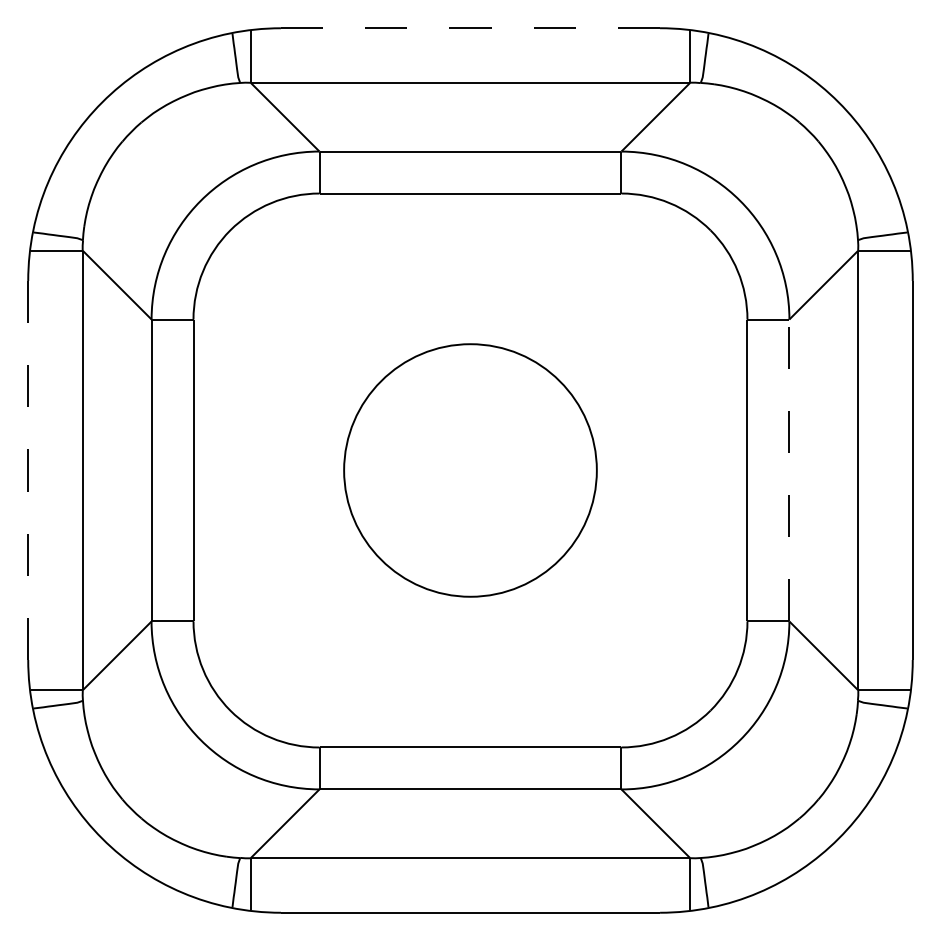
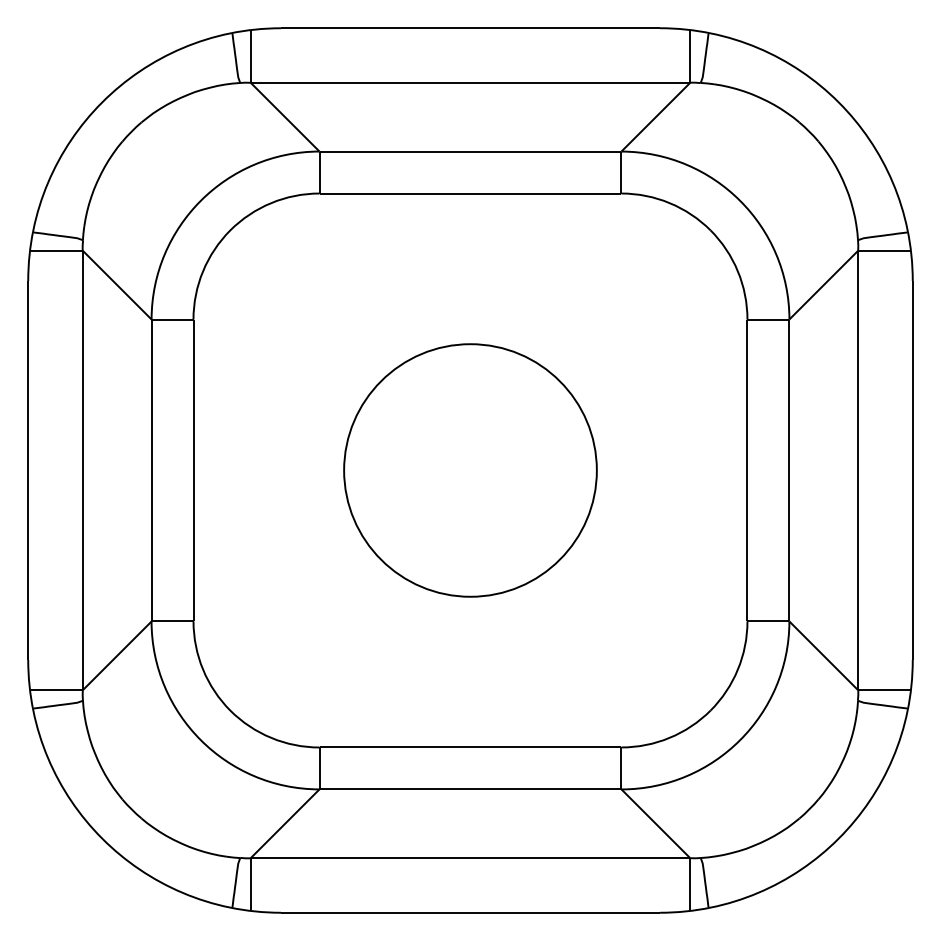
line at (470, 28): dashed -> solid
line at (28, 470): dashed -> solid
line at (789, 470): dashed -> solid
